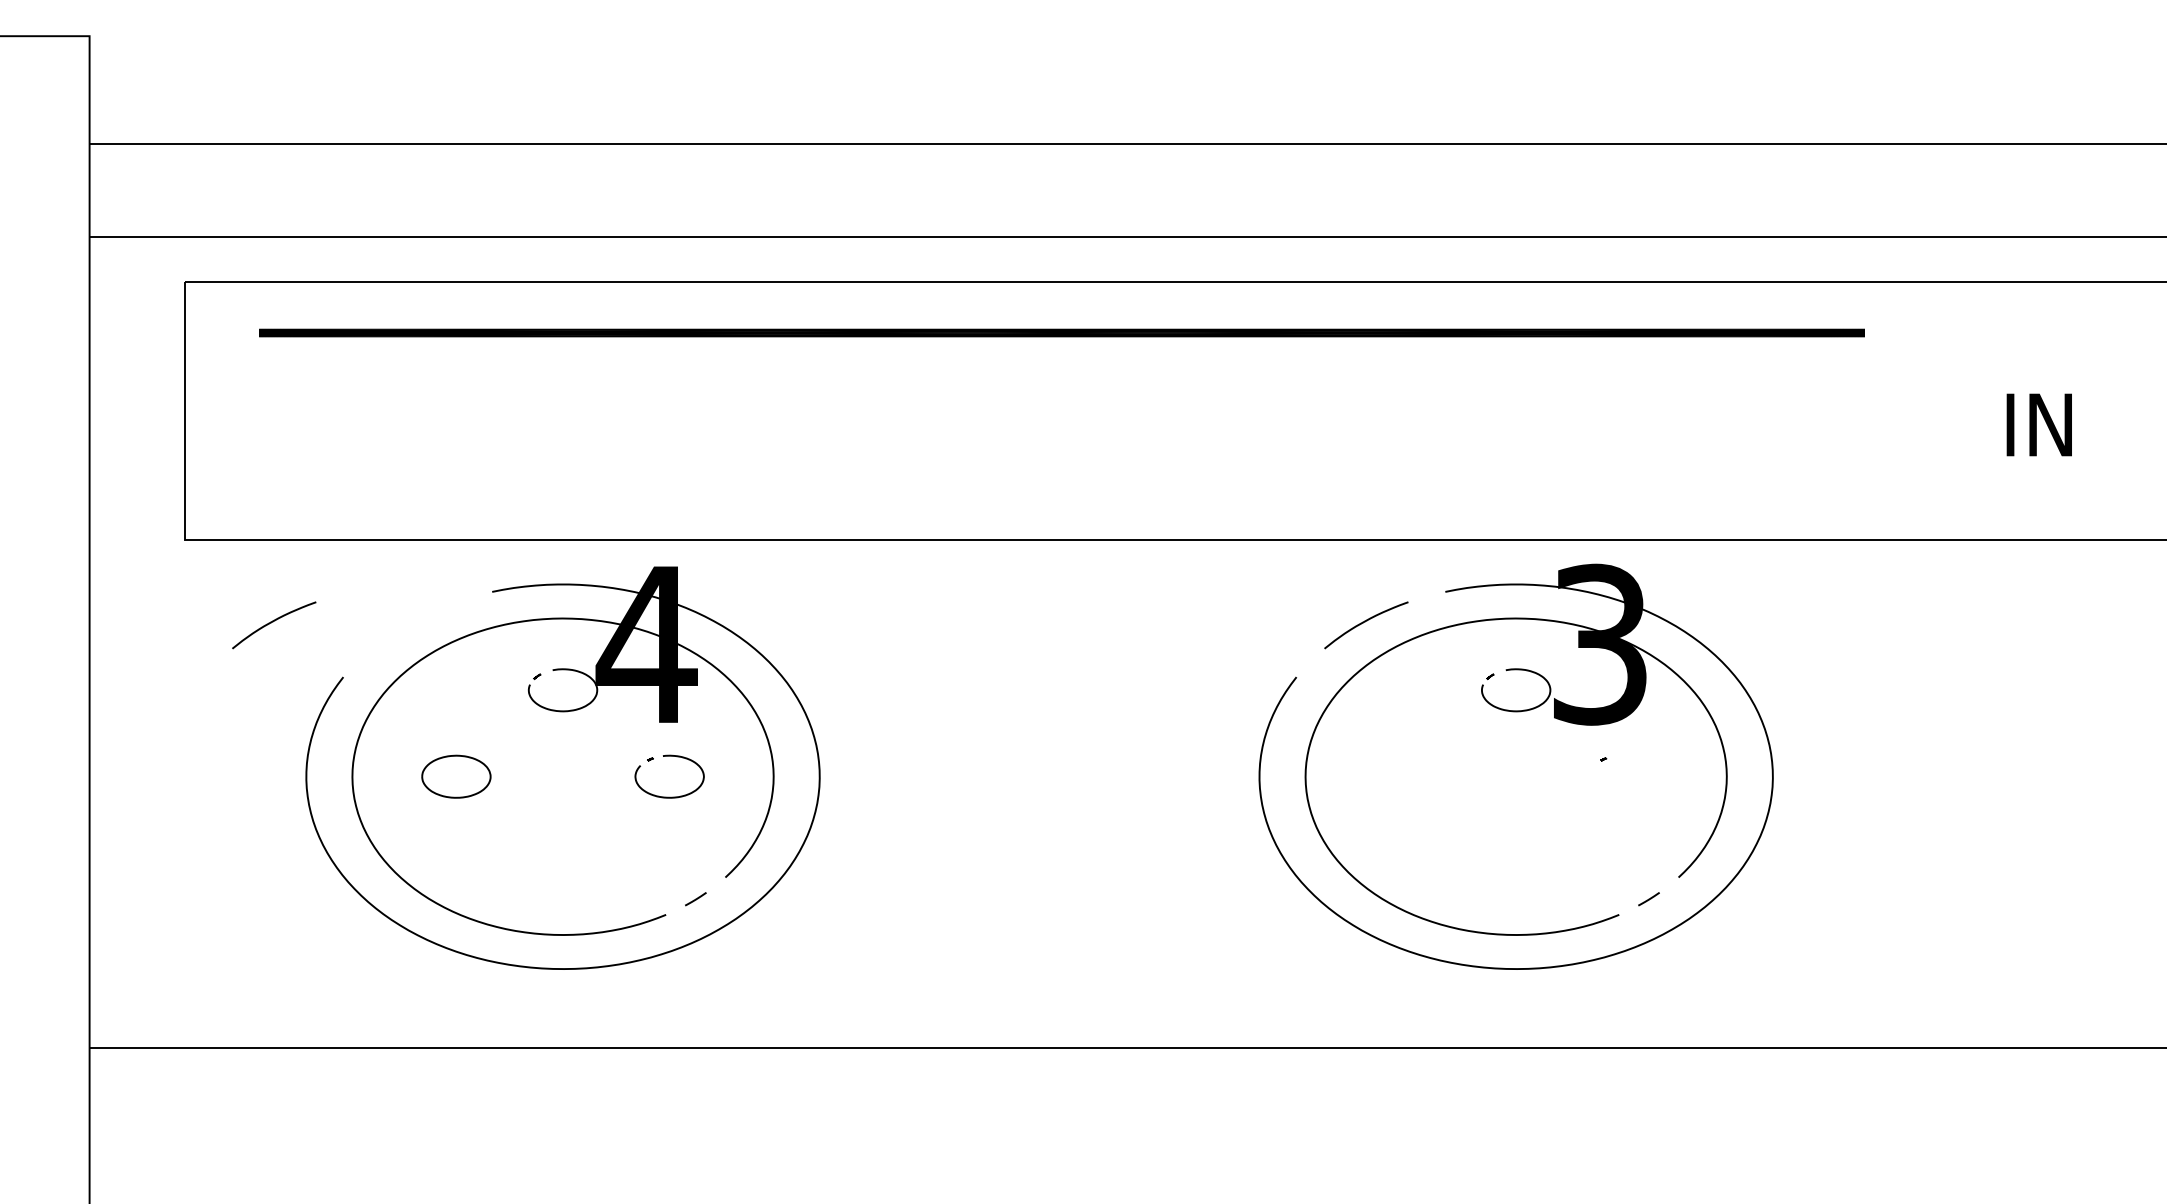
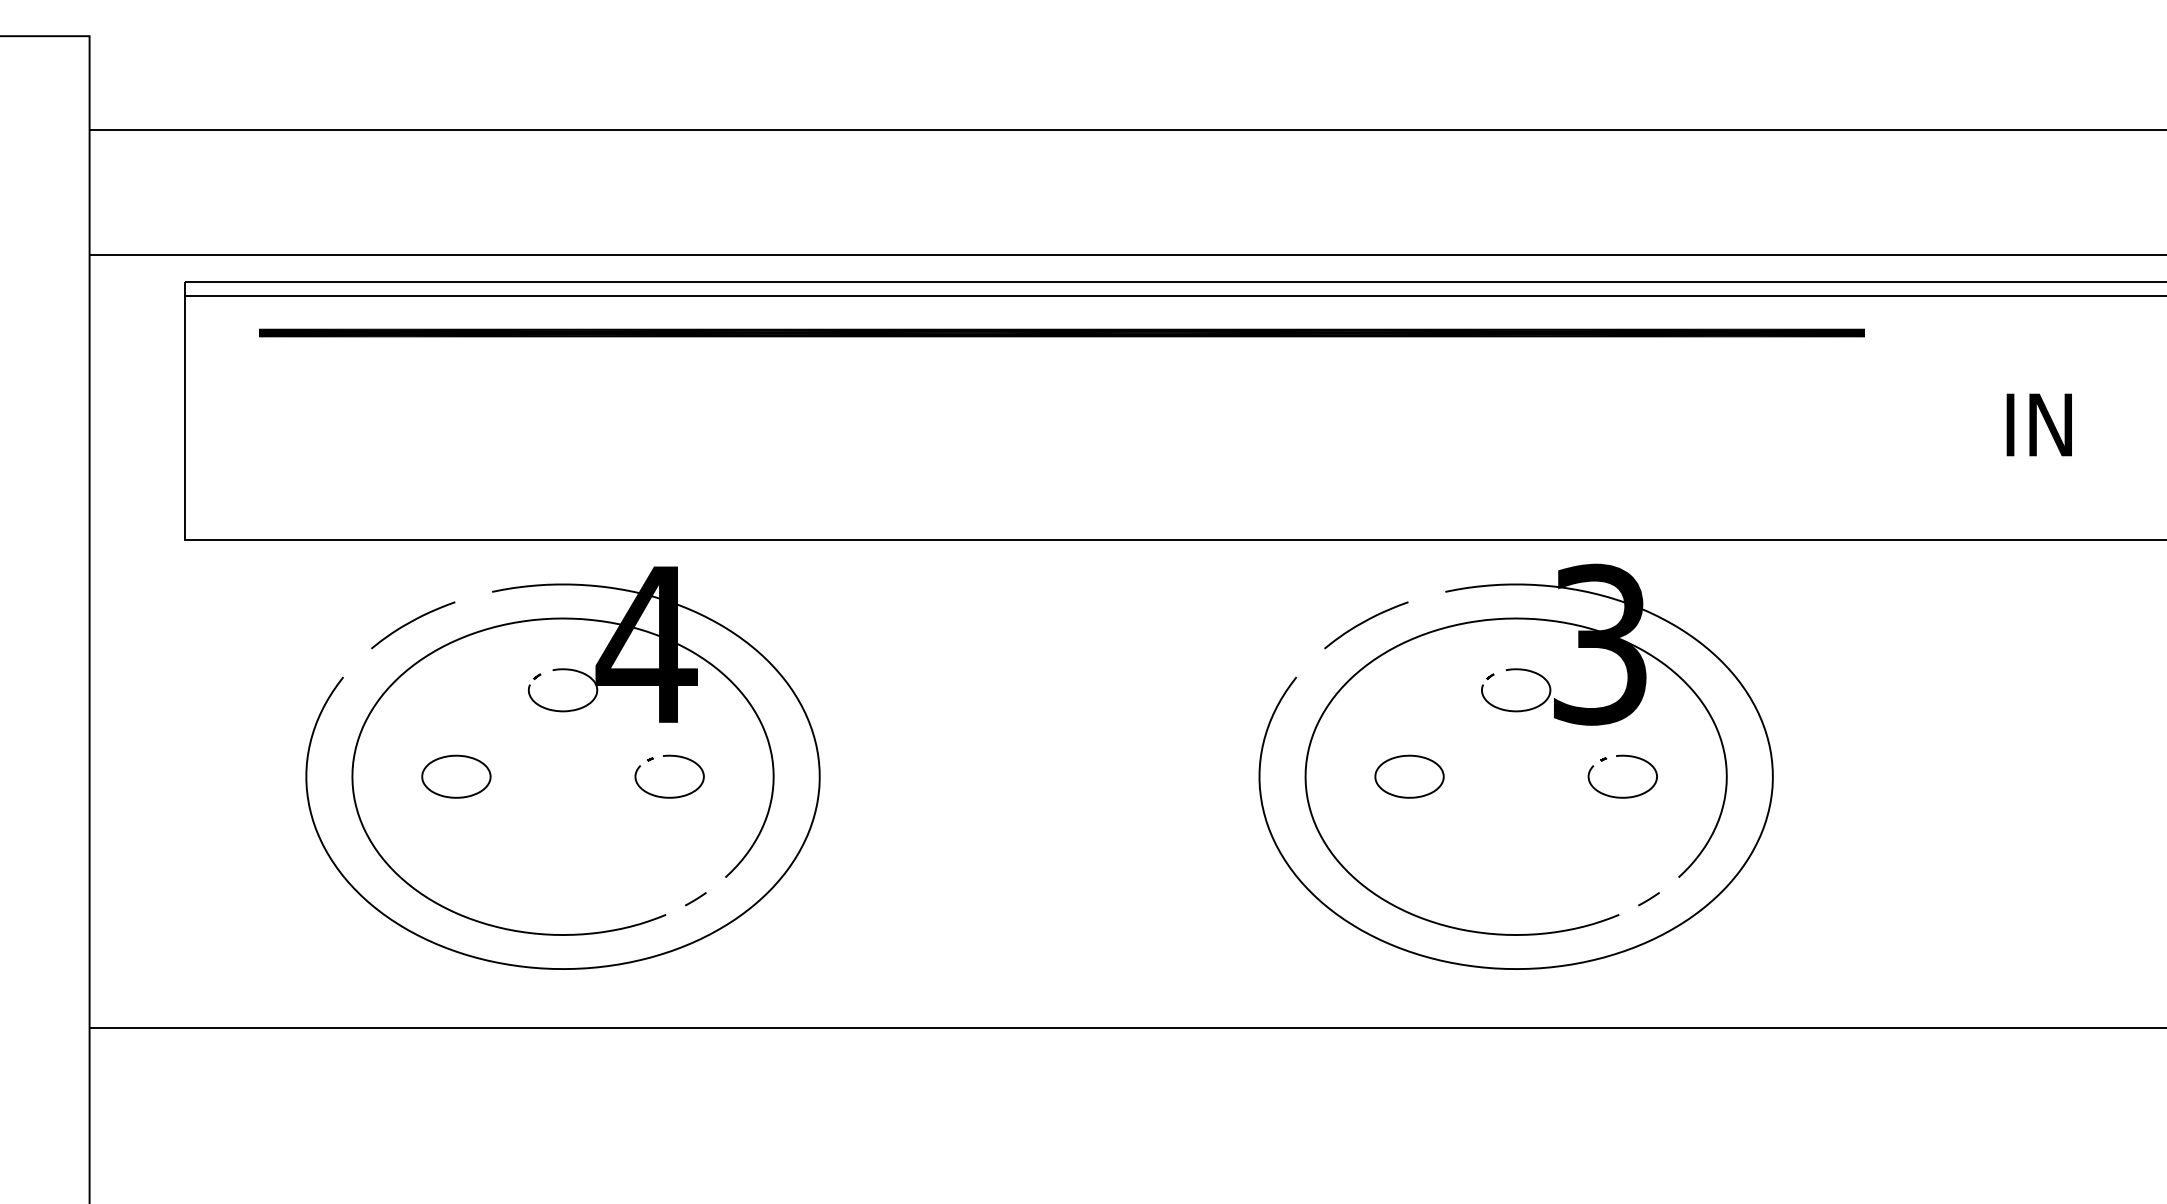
line at (1126, 143) position: (1126, 143) -> (1126, 129)
line at (1126, 236) position: (1126, 236) -> (1126, 254)
line at (1173, 295): none -> present
curve at (273, 622) position: (273, 622) -> (412, 622)
curve at (1622, 756): none -> present
part at (1409, 776): none -> present
line at (1126, 1048) position: (1126, 1048) -> (1126, 1028)
